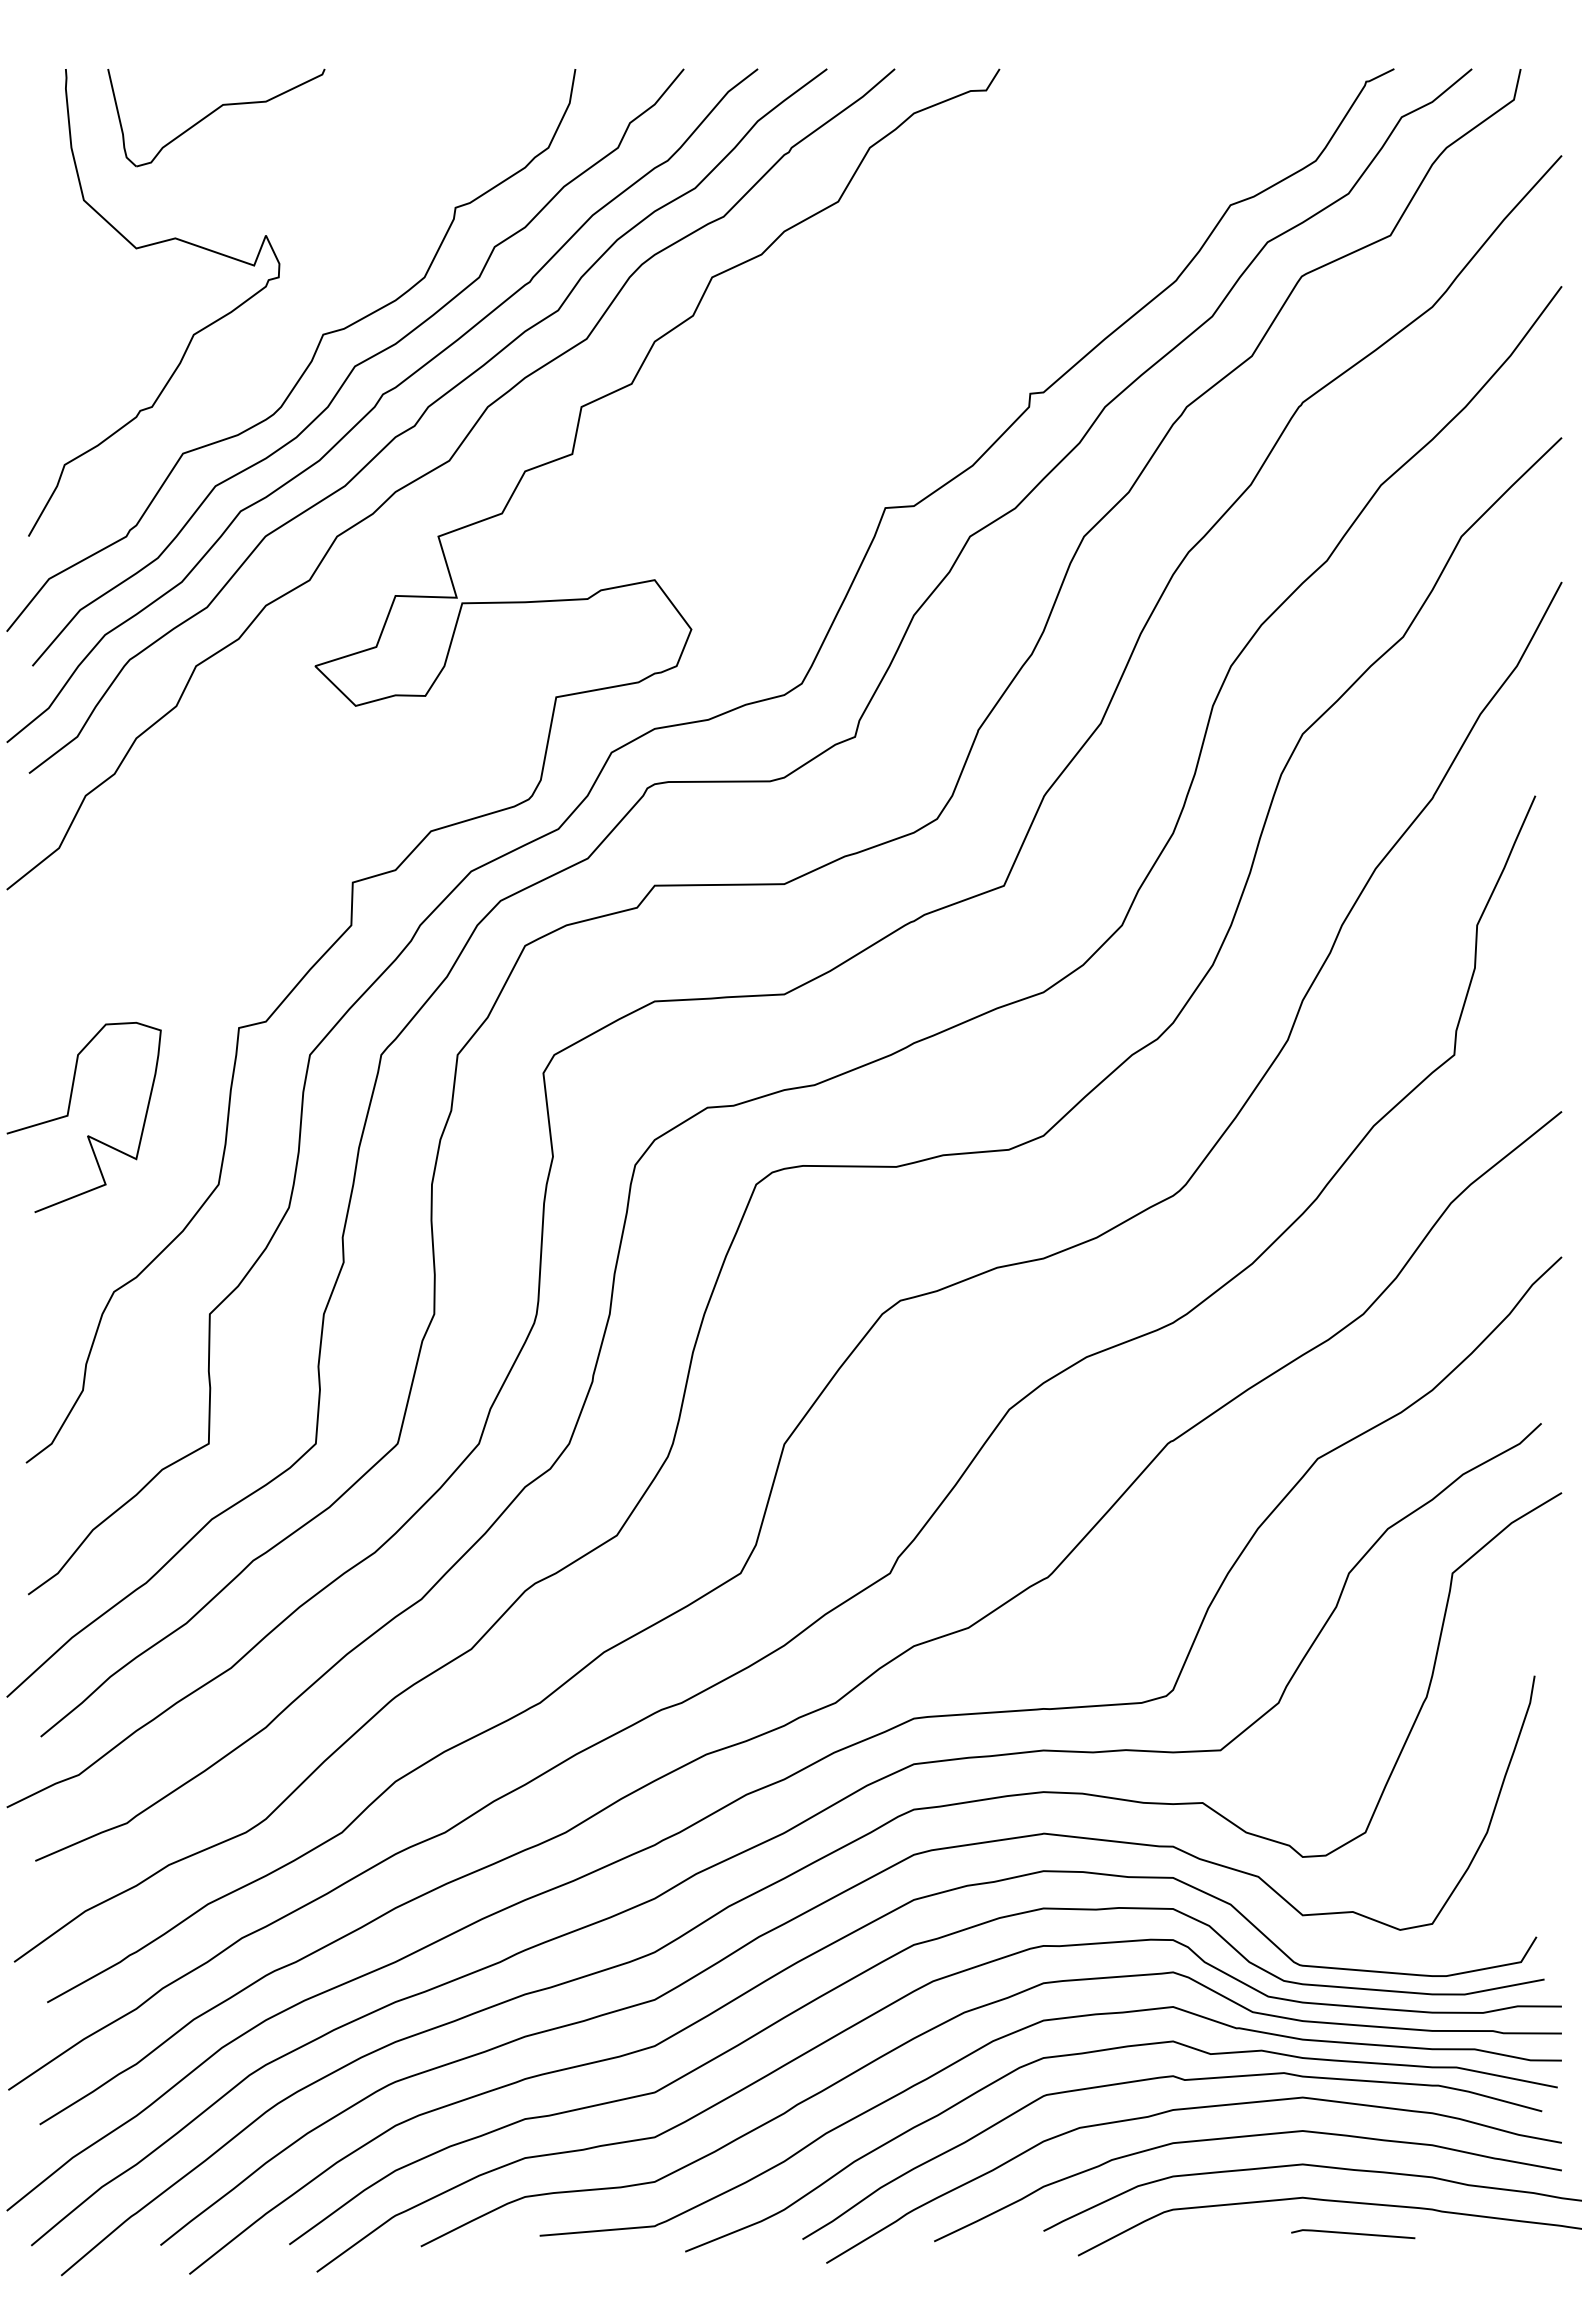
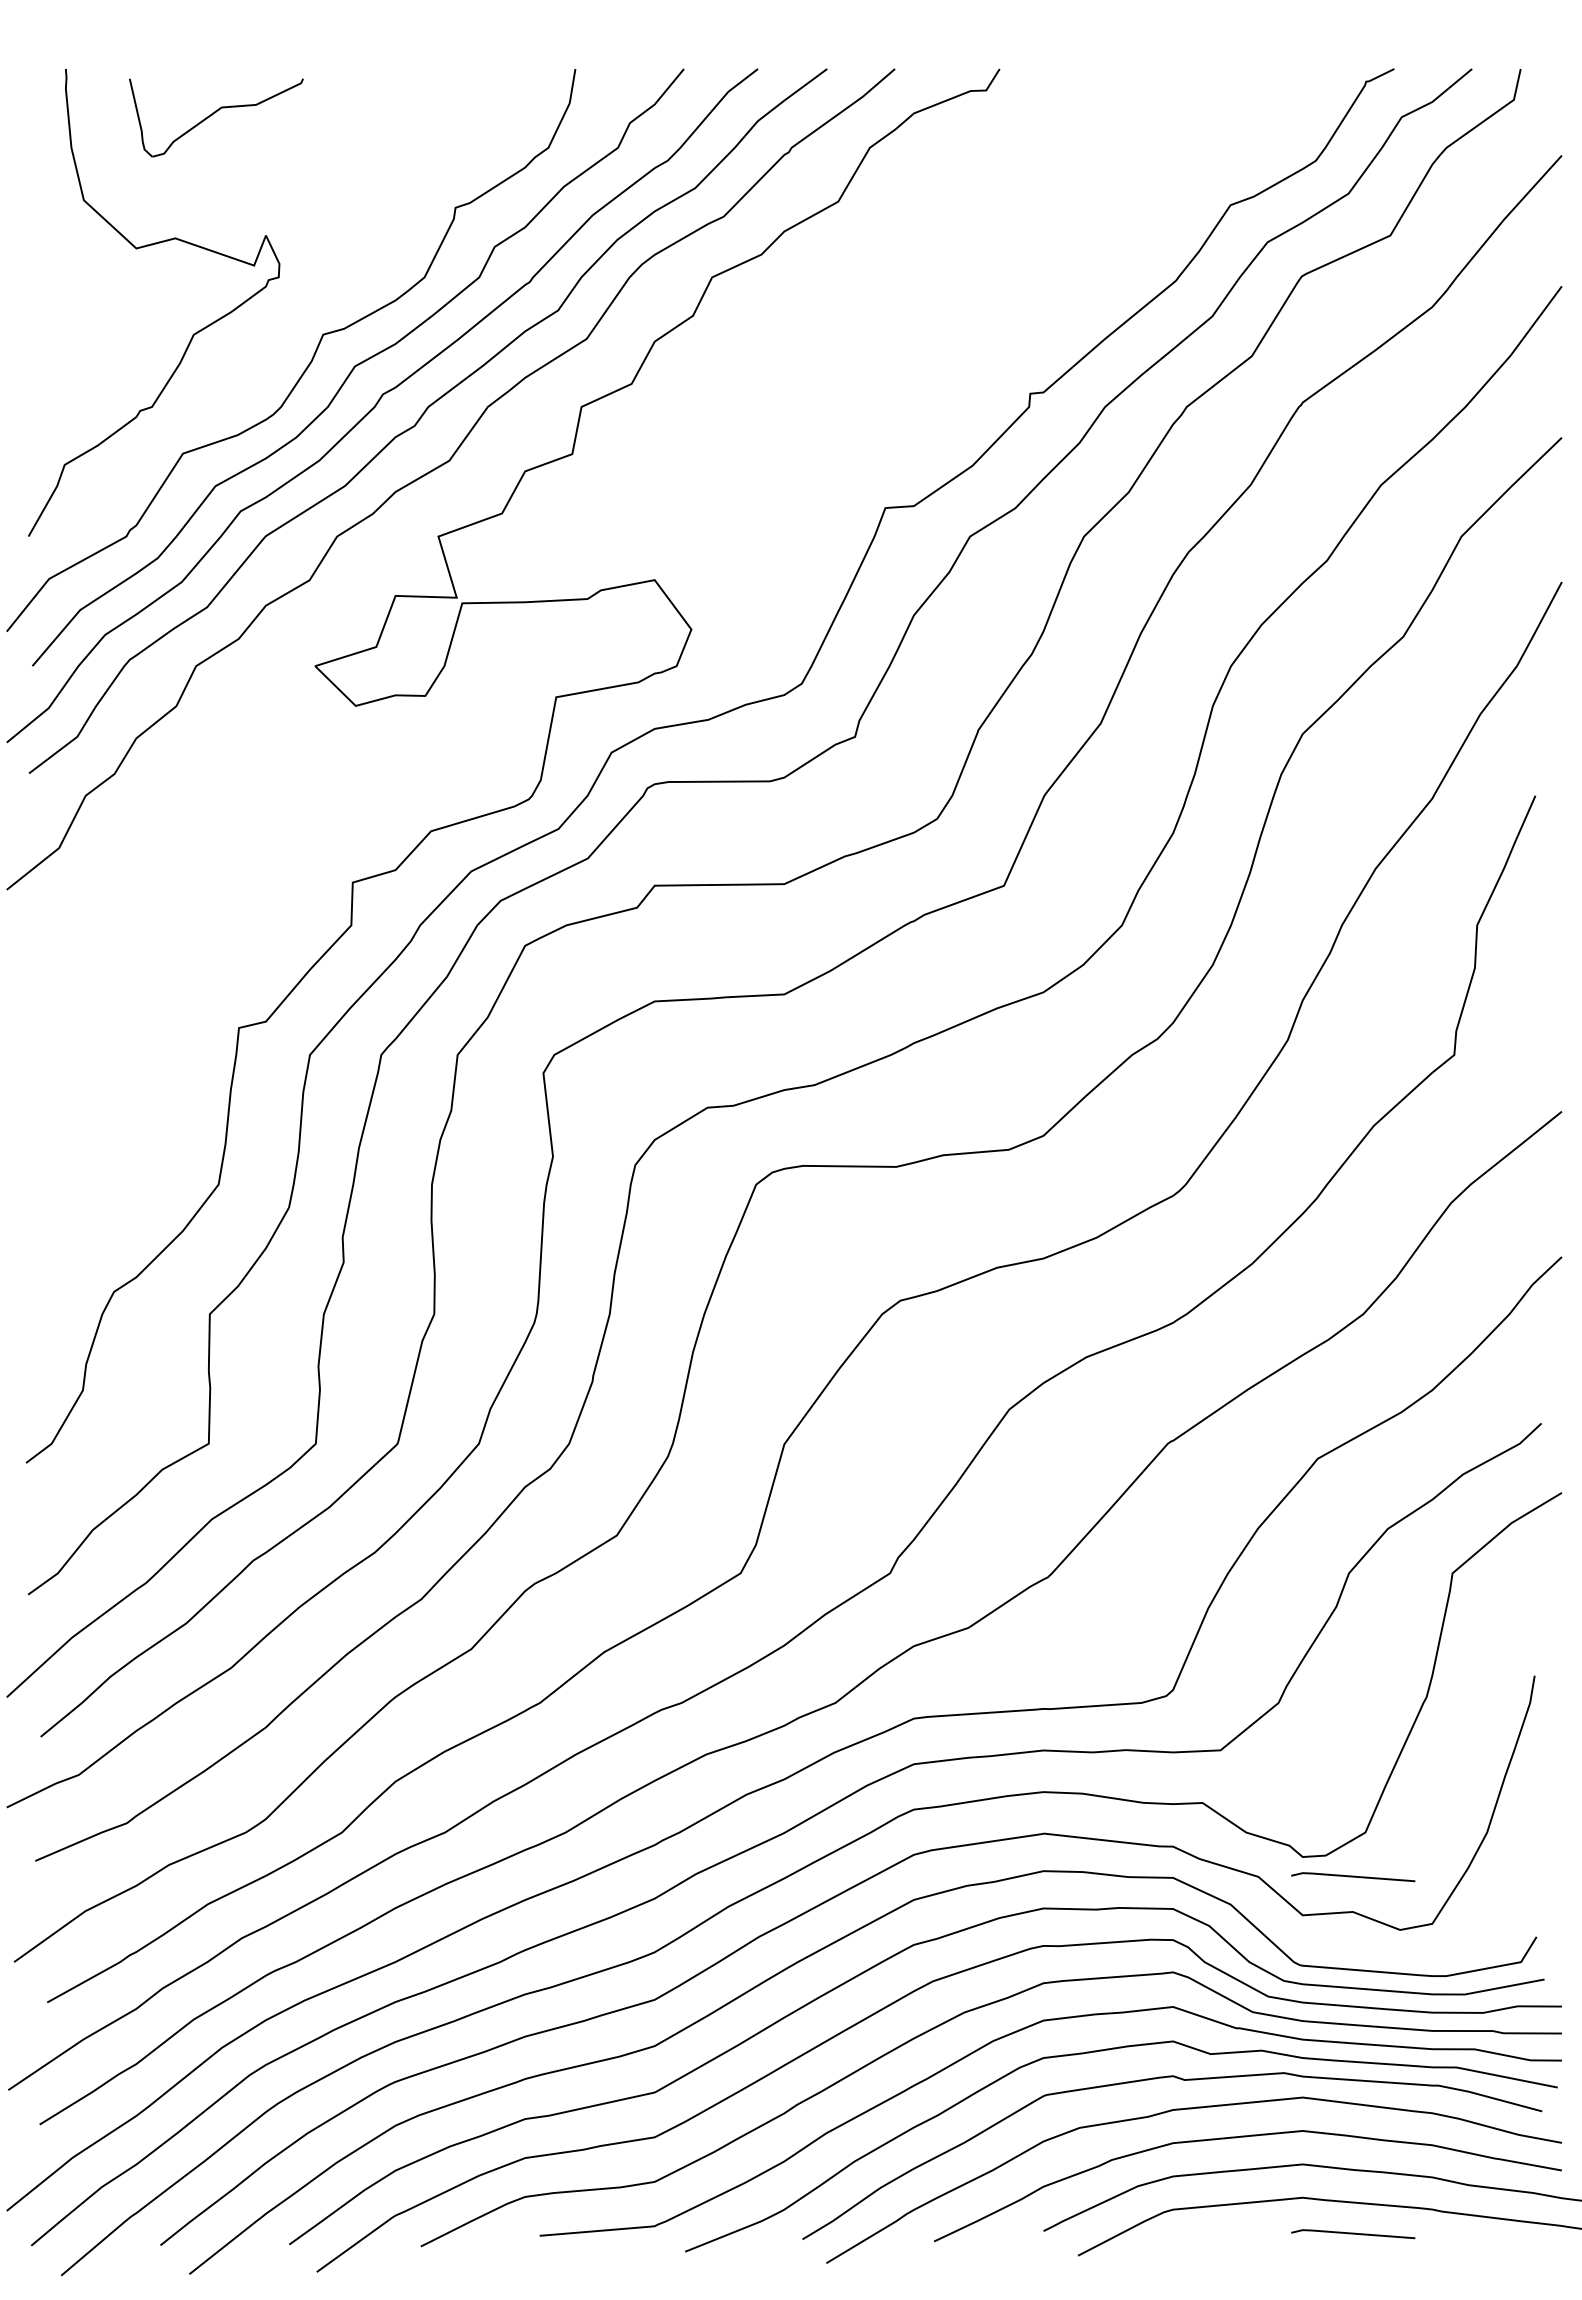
part at (216, 117) size: 219x100 px -> 175x80 px
curve at (68, 1116): present -> none
line at (1353, 1877): none -> present
